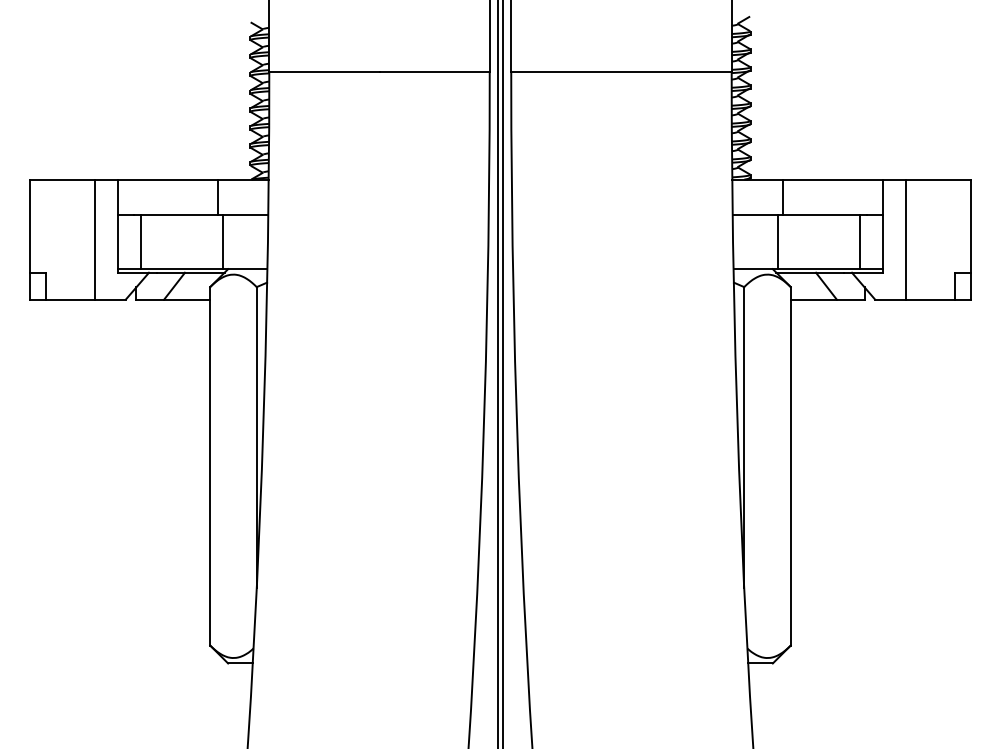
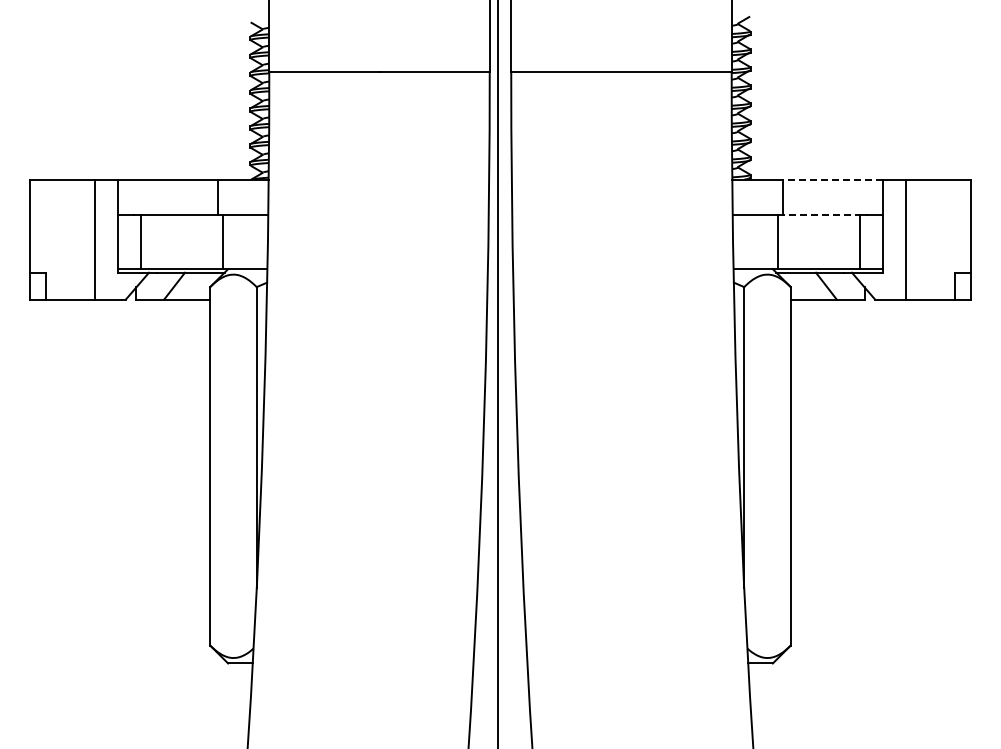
line at (832, 179): solid -> dashed
line at (819, 215): solid -> dashed
line at (502, 373): present -> none
